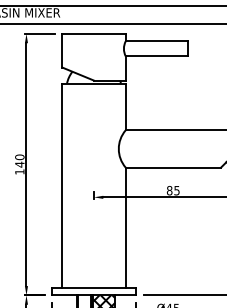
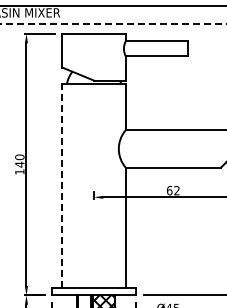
line at (113, 23): solid -> dashed
line at (62, 185): solid -> dashed
text at (172, 190): 85 -> 62
